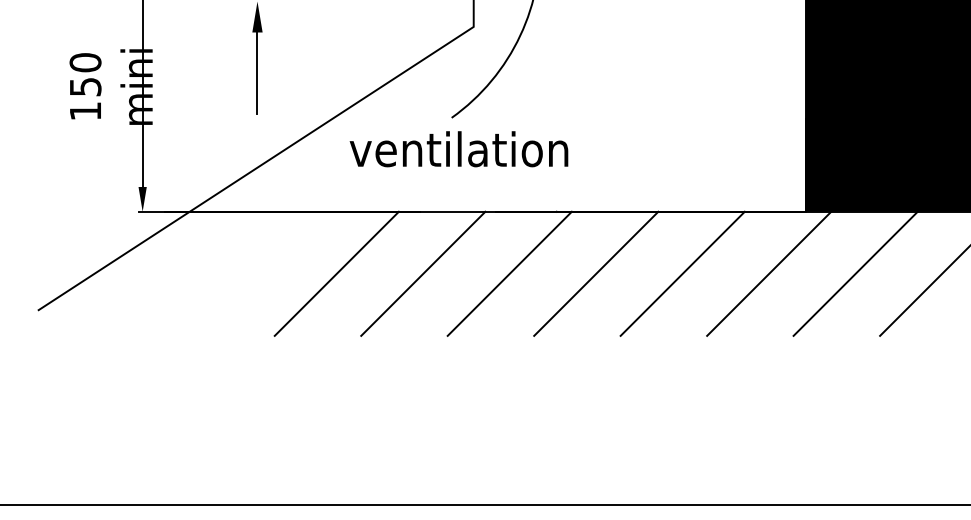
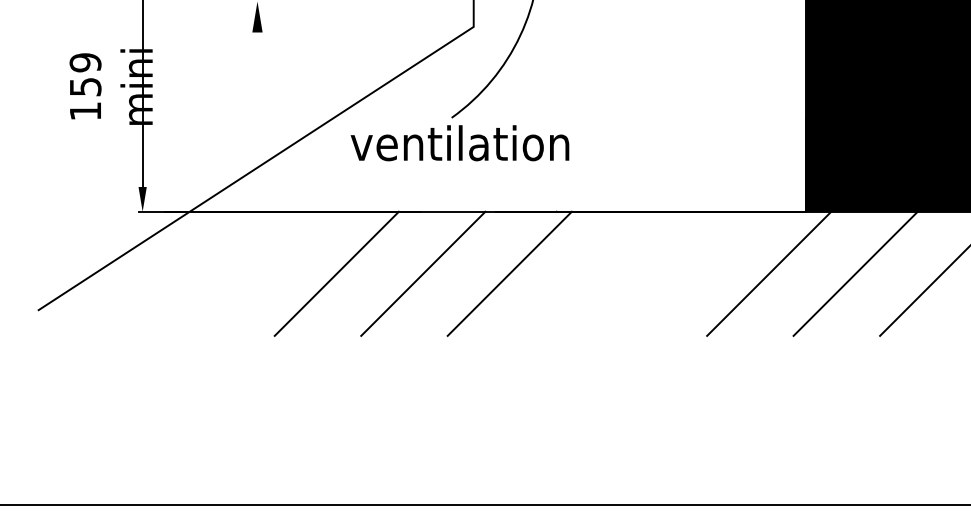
text at (85, 62): 150 -> 159
line at (257, 73): present -> none
text at (458, 149) position: (458, 149) -> (459, 143)
line at (596, 273): present -> none
line at (682, 273): present -> none
